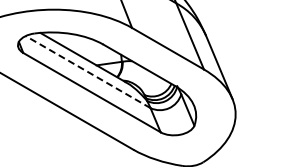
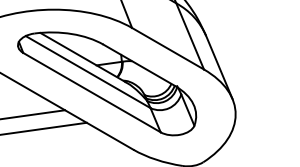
line at (87, 71): dashed -> solid
line at (33, 114): none -> present
line at (44, 128): none -> present
